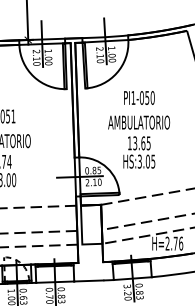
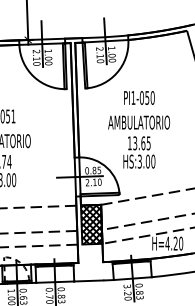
text at (153, 161): HS:3.05 -> HS:3.00
hatch at (91, 224): none -> present
text at (174, 243): H=2.76 -> H=4.20
